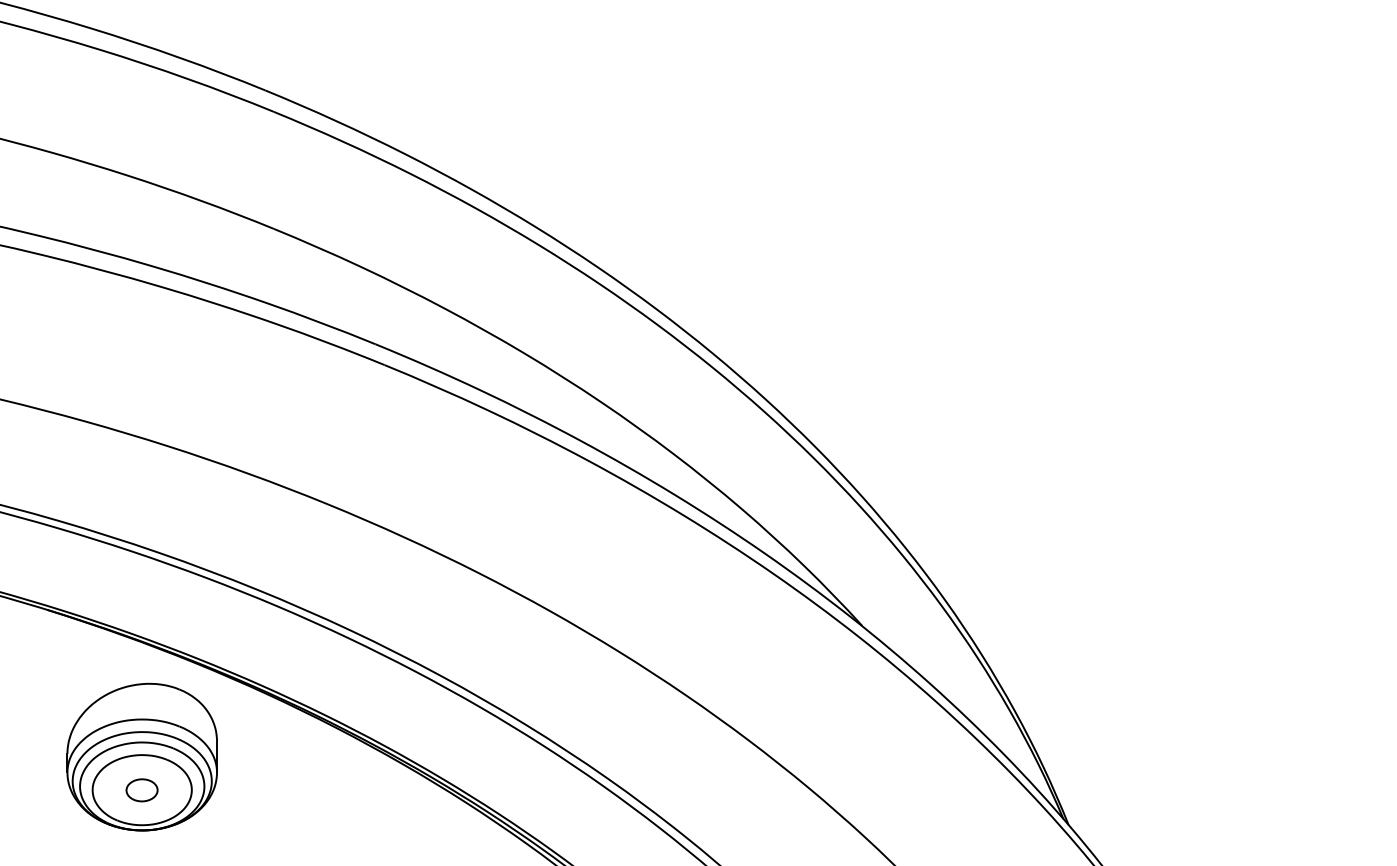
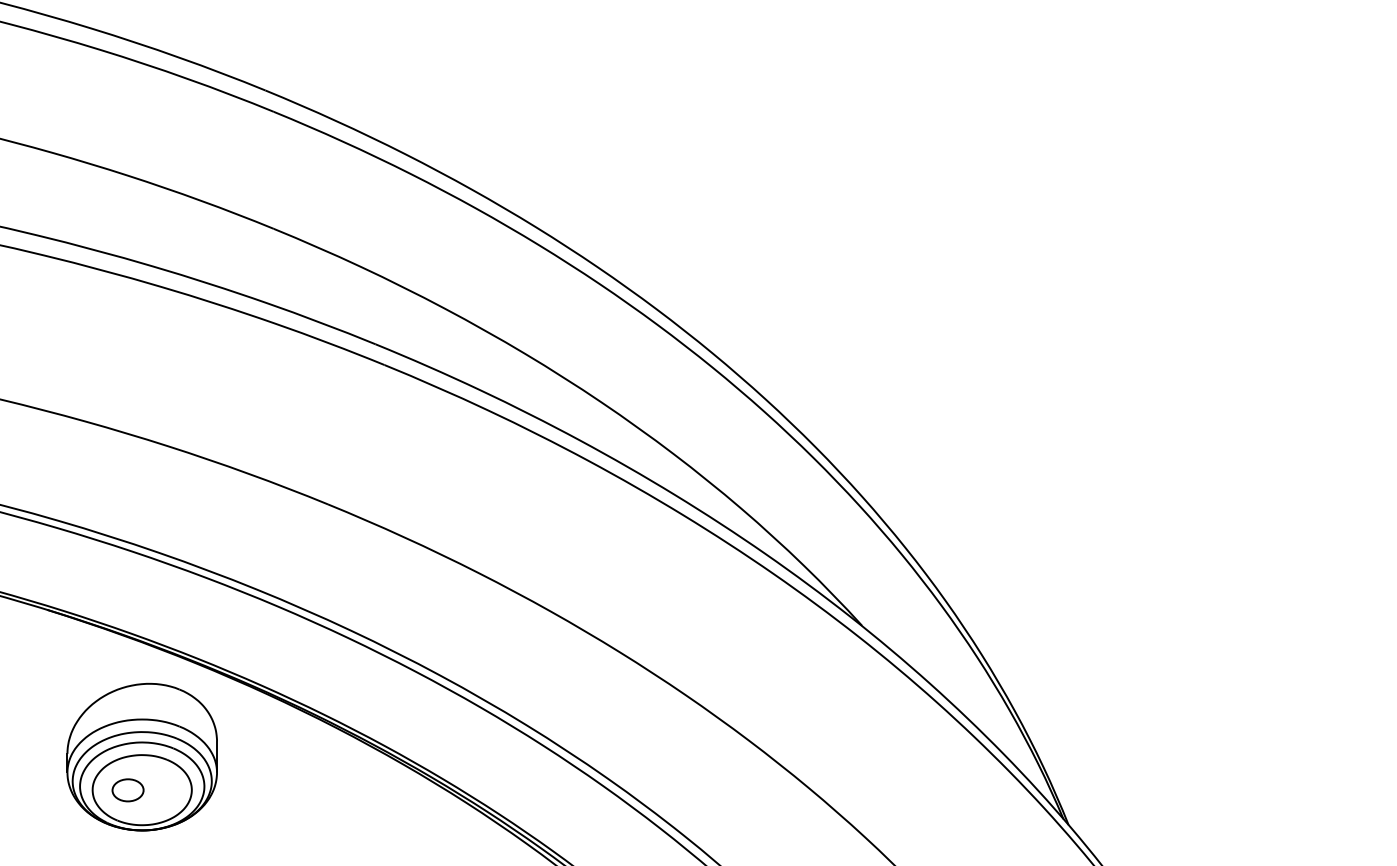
part at (141, 790) position: (141, 790) -> (127, 790)
